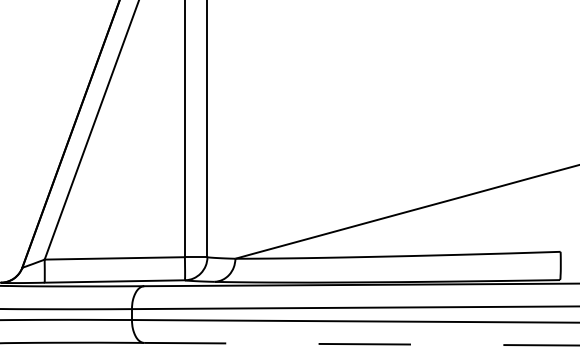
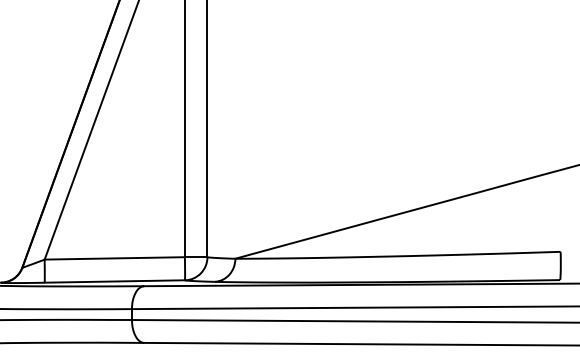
line at (361, 344): dashed -> solid
